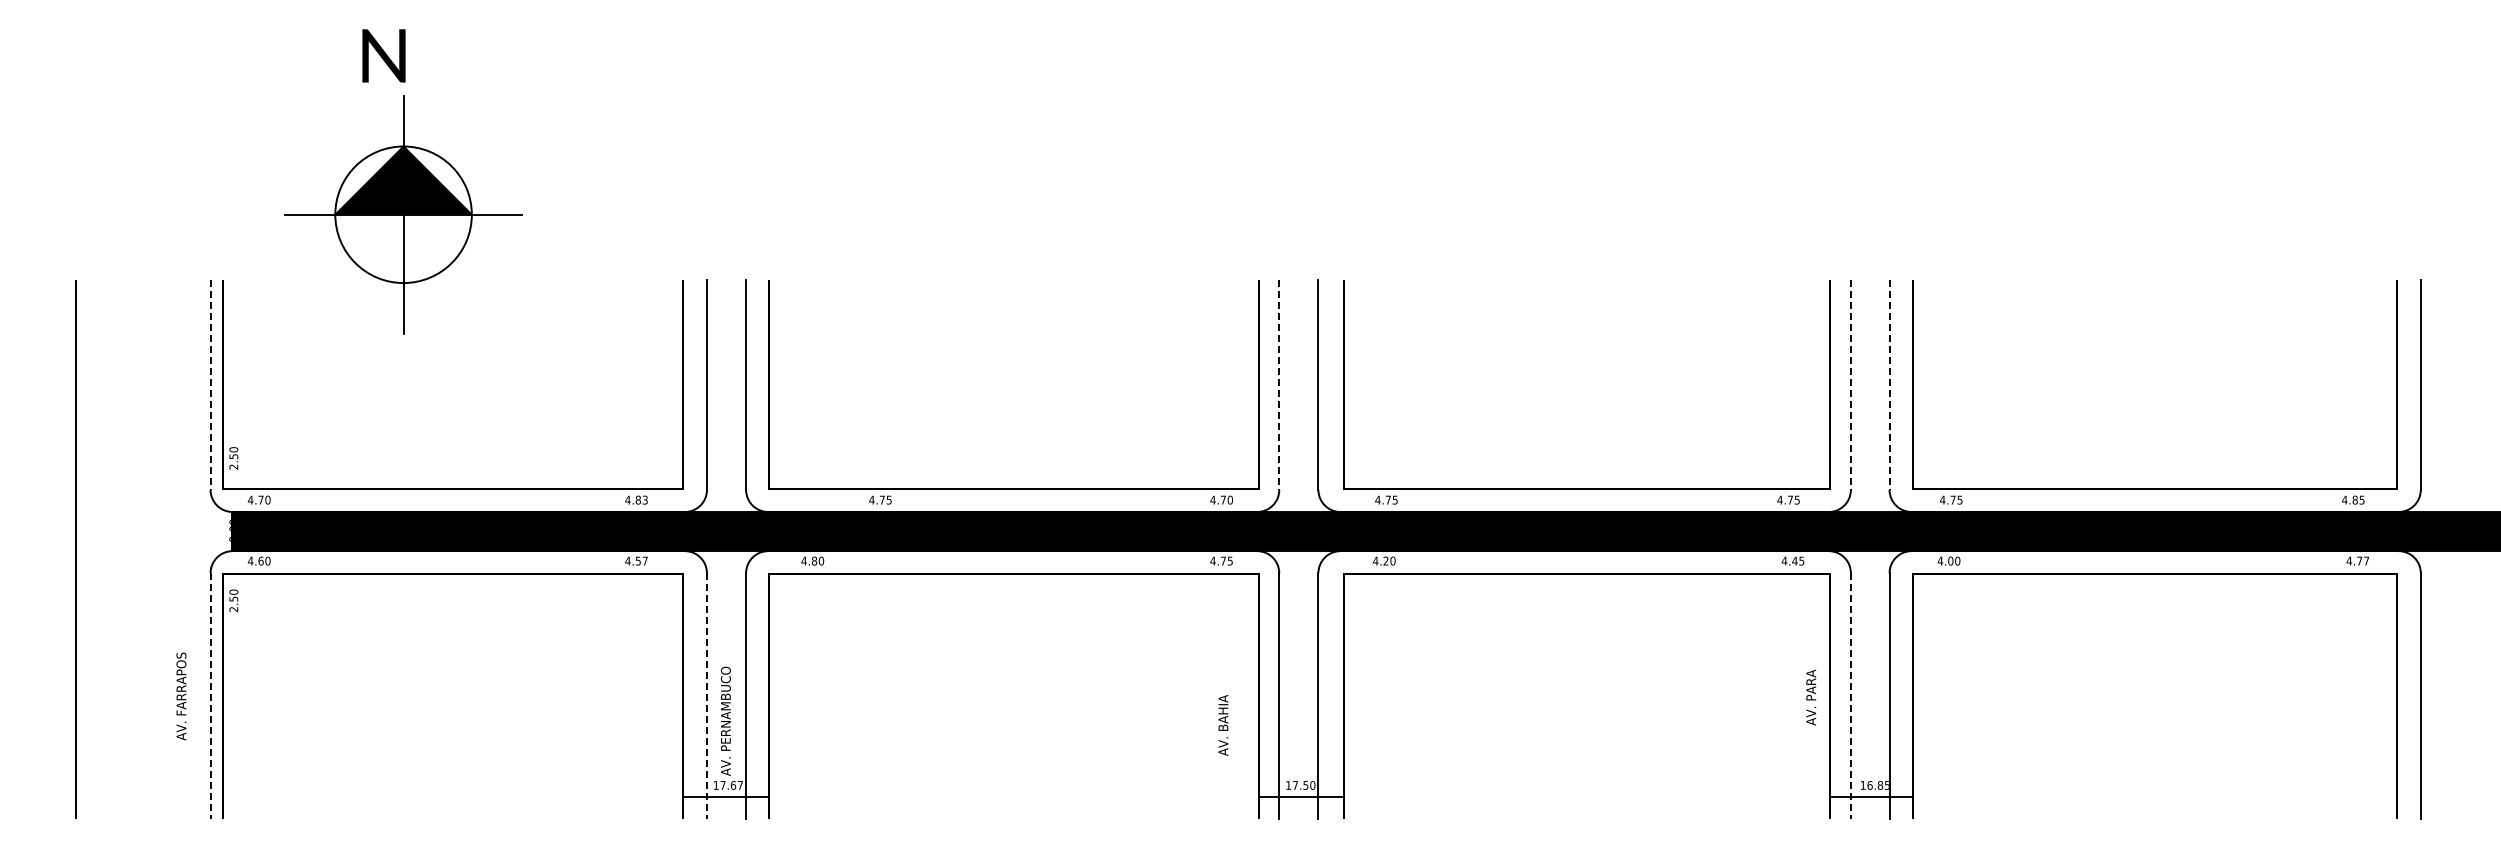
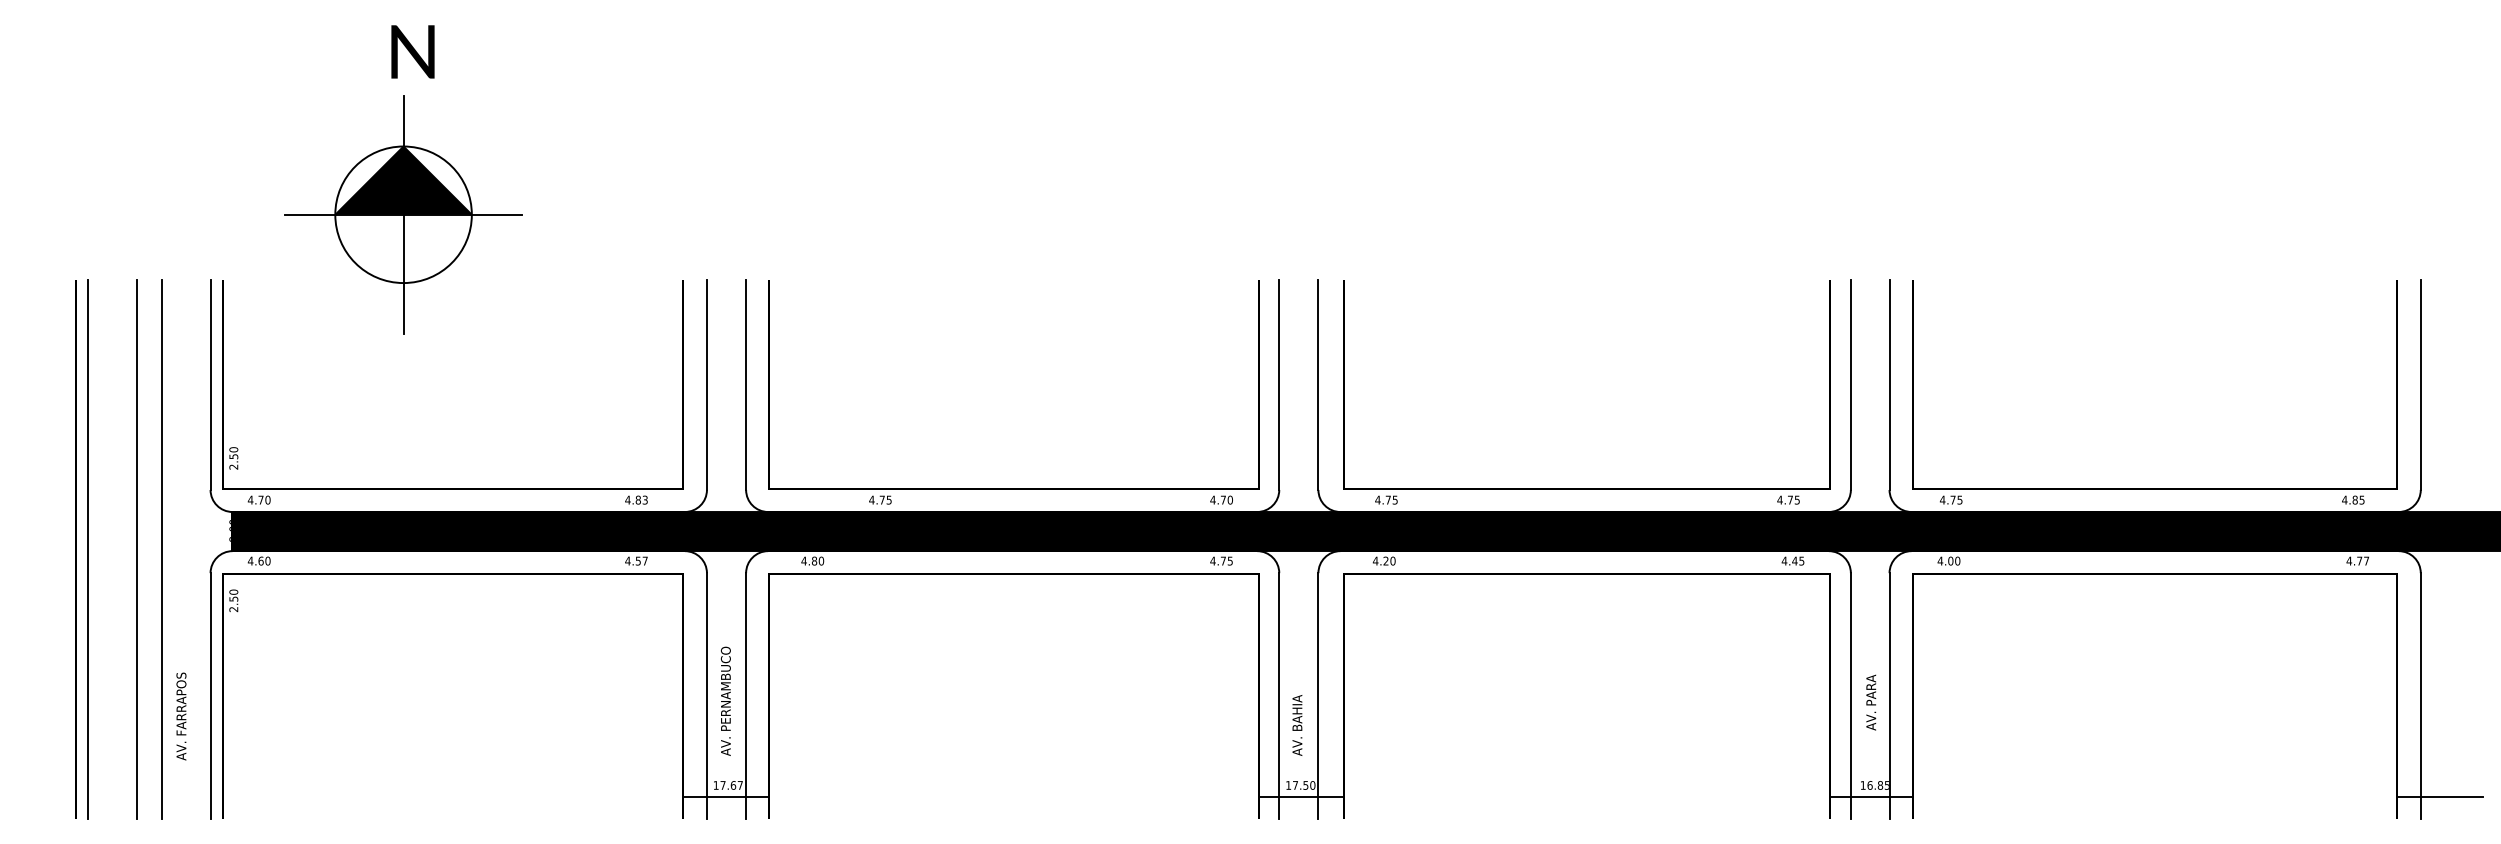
text at (383, 55) position: (383, 55) -> (412, 51)
line at (210, 385): dashed -> solid
line at (1279, 385): dashed -> solid
line at (1850, 385): dashed -> solid
line at (1889, 385): dashed -> solid
line at (88, 549): none -> present
line at (137, 549): none -> present
line at (161, 549): none -> present
line at (210, 695): dashed -> solid
line at (706, 695): dashed -> solid
line at (1850, 695): dashed -> solid
text at (181, 696) position: (181, 696) -> (181, 716)
text at (1811, 697) position: (1811, 697) -> (1871, 702)
text at (725, 720) position: (725, 720) -> (725, 700)
text at (1223, 725) position: (1223, 725) -> (1297, 725)
line at (2440, 797): none -> present
